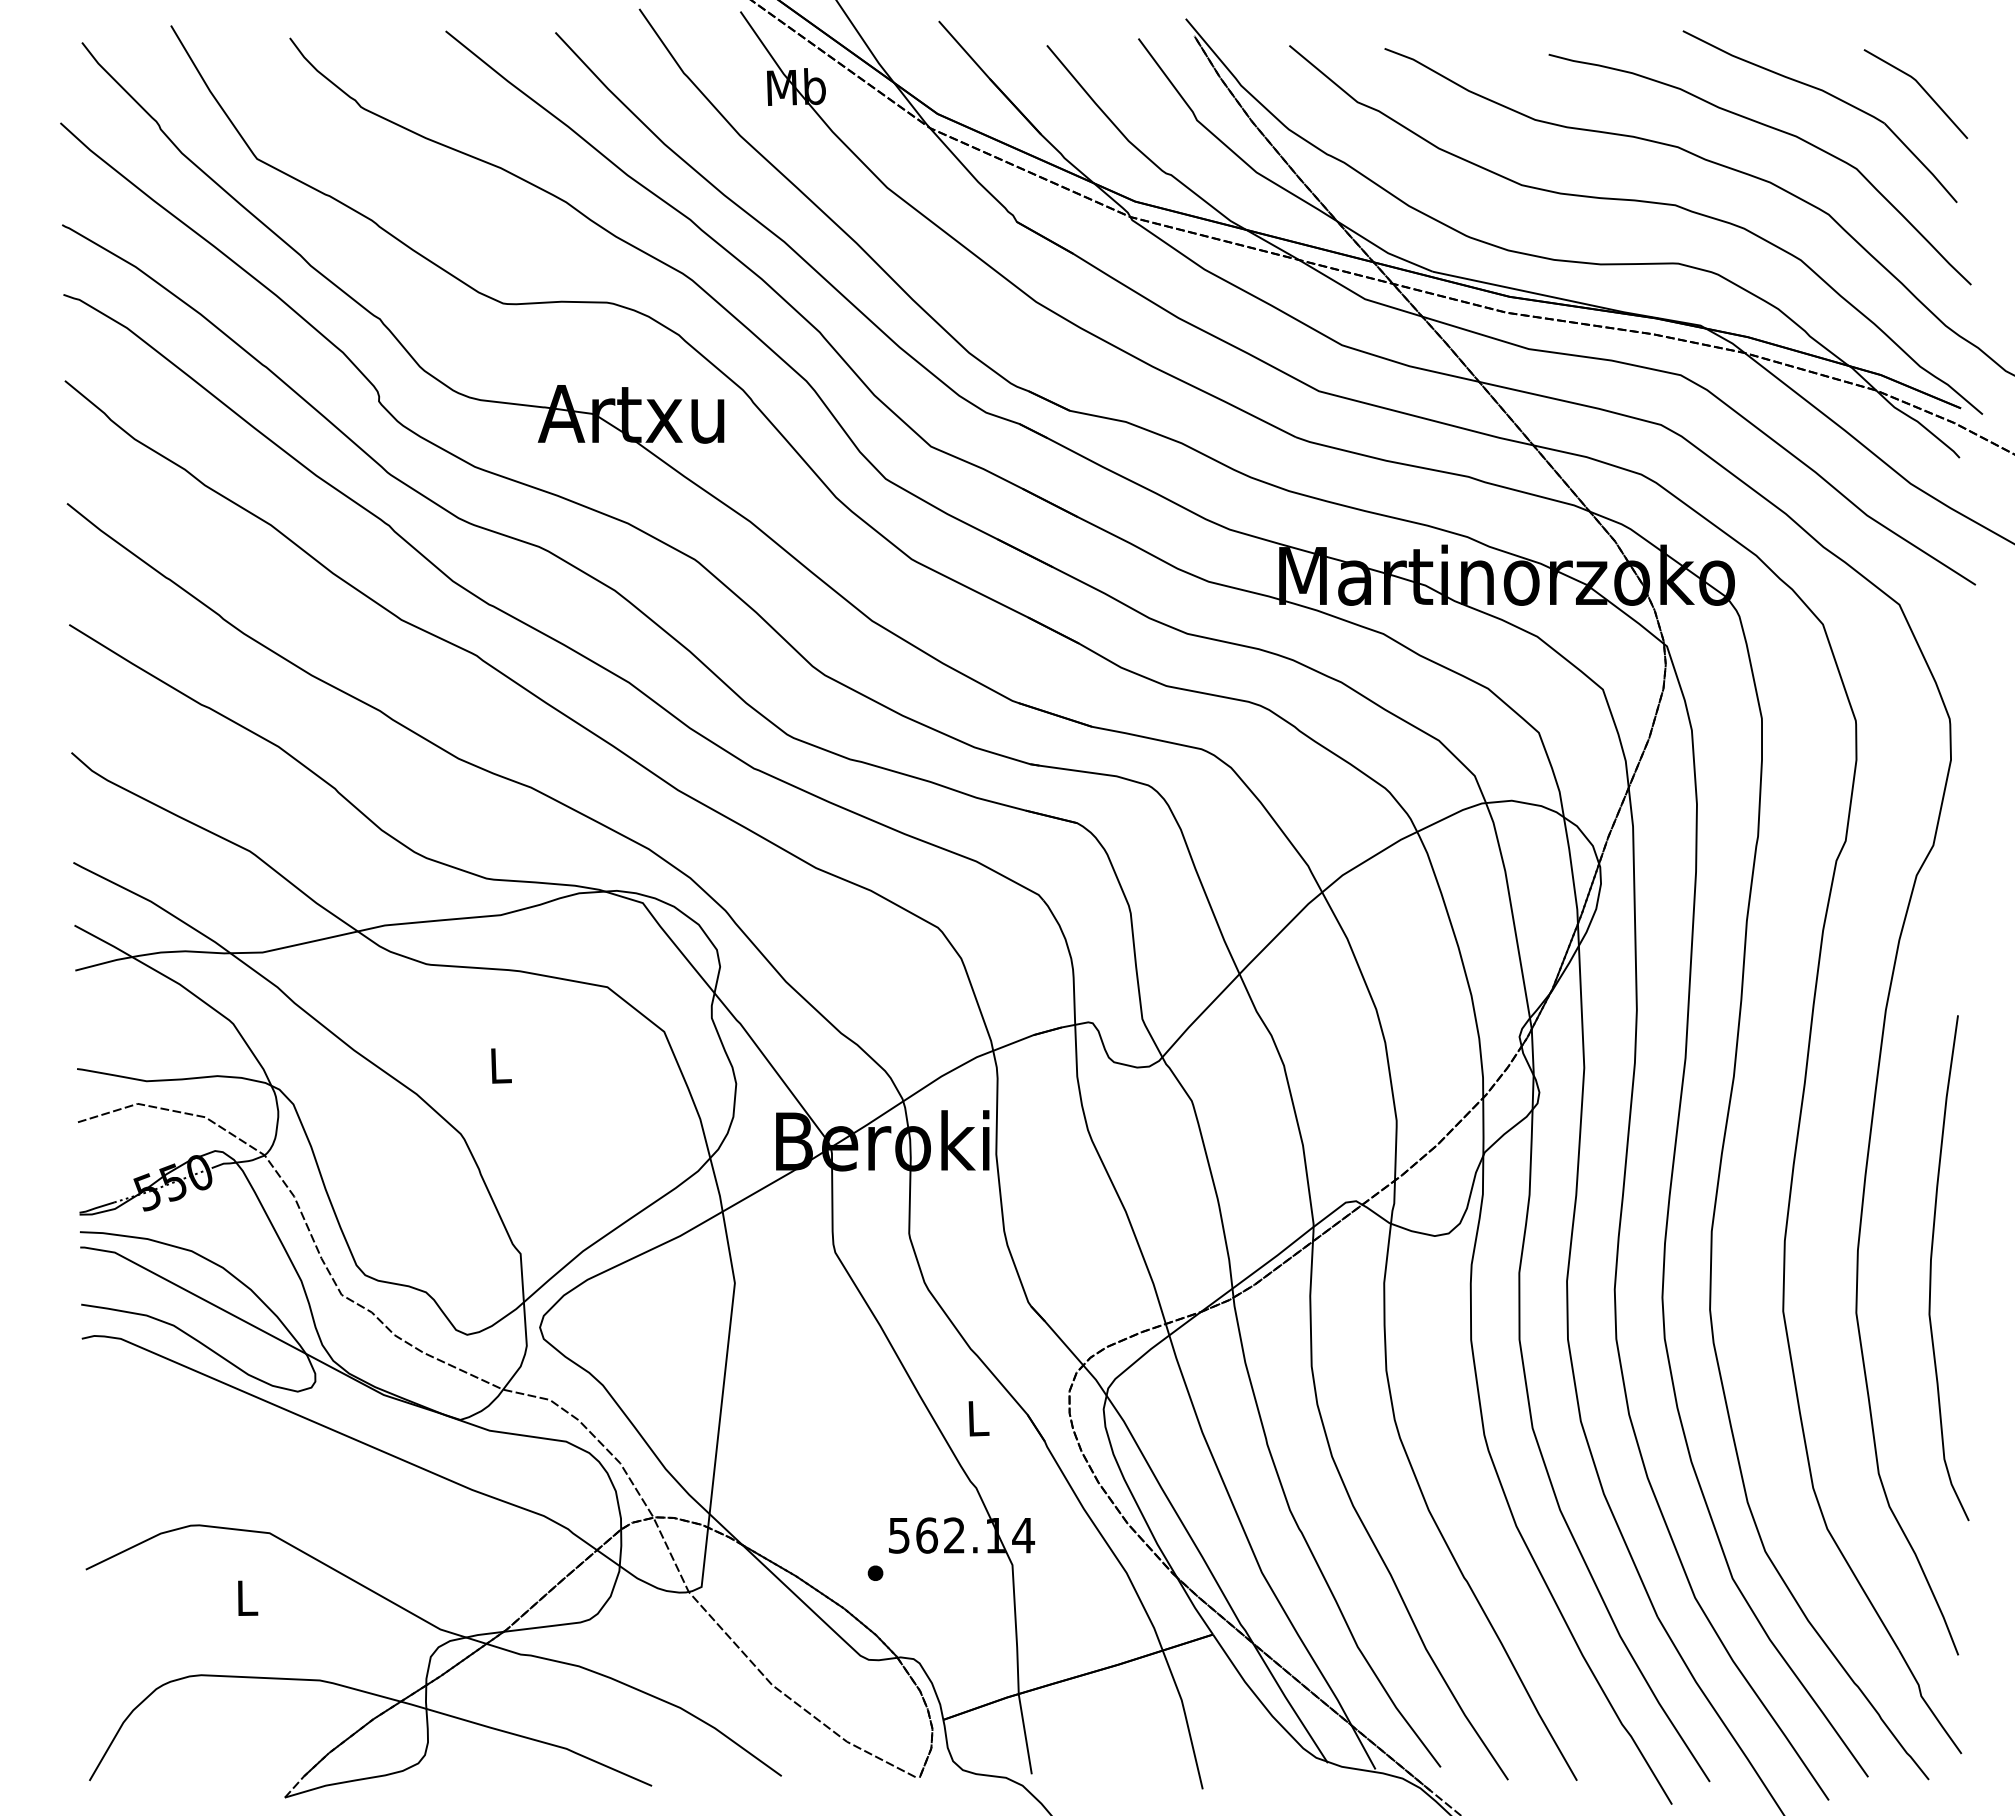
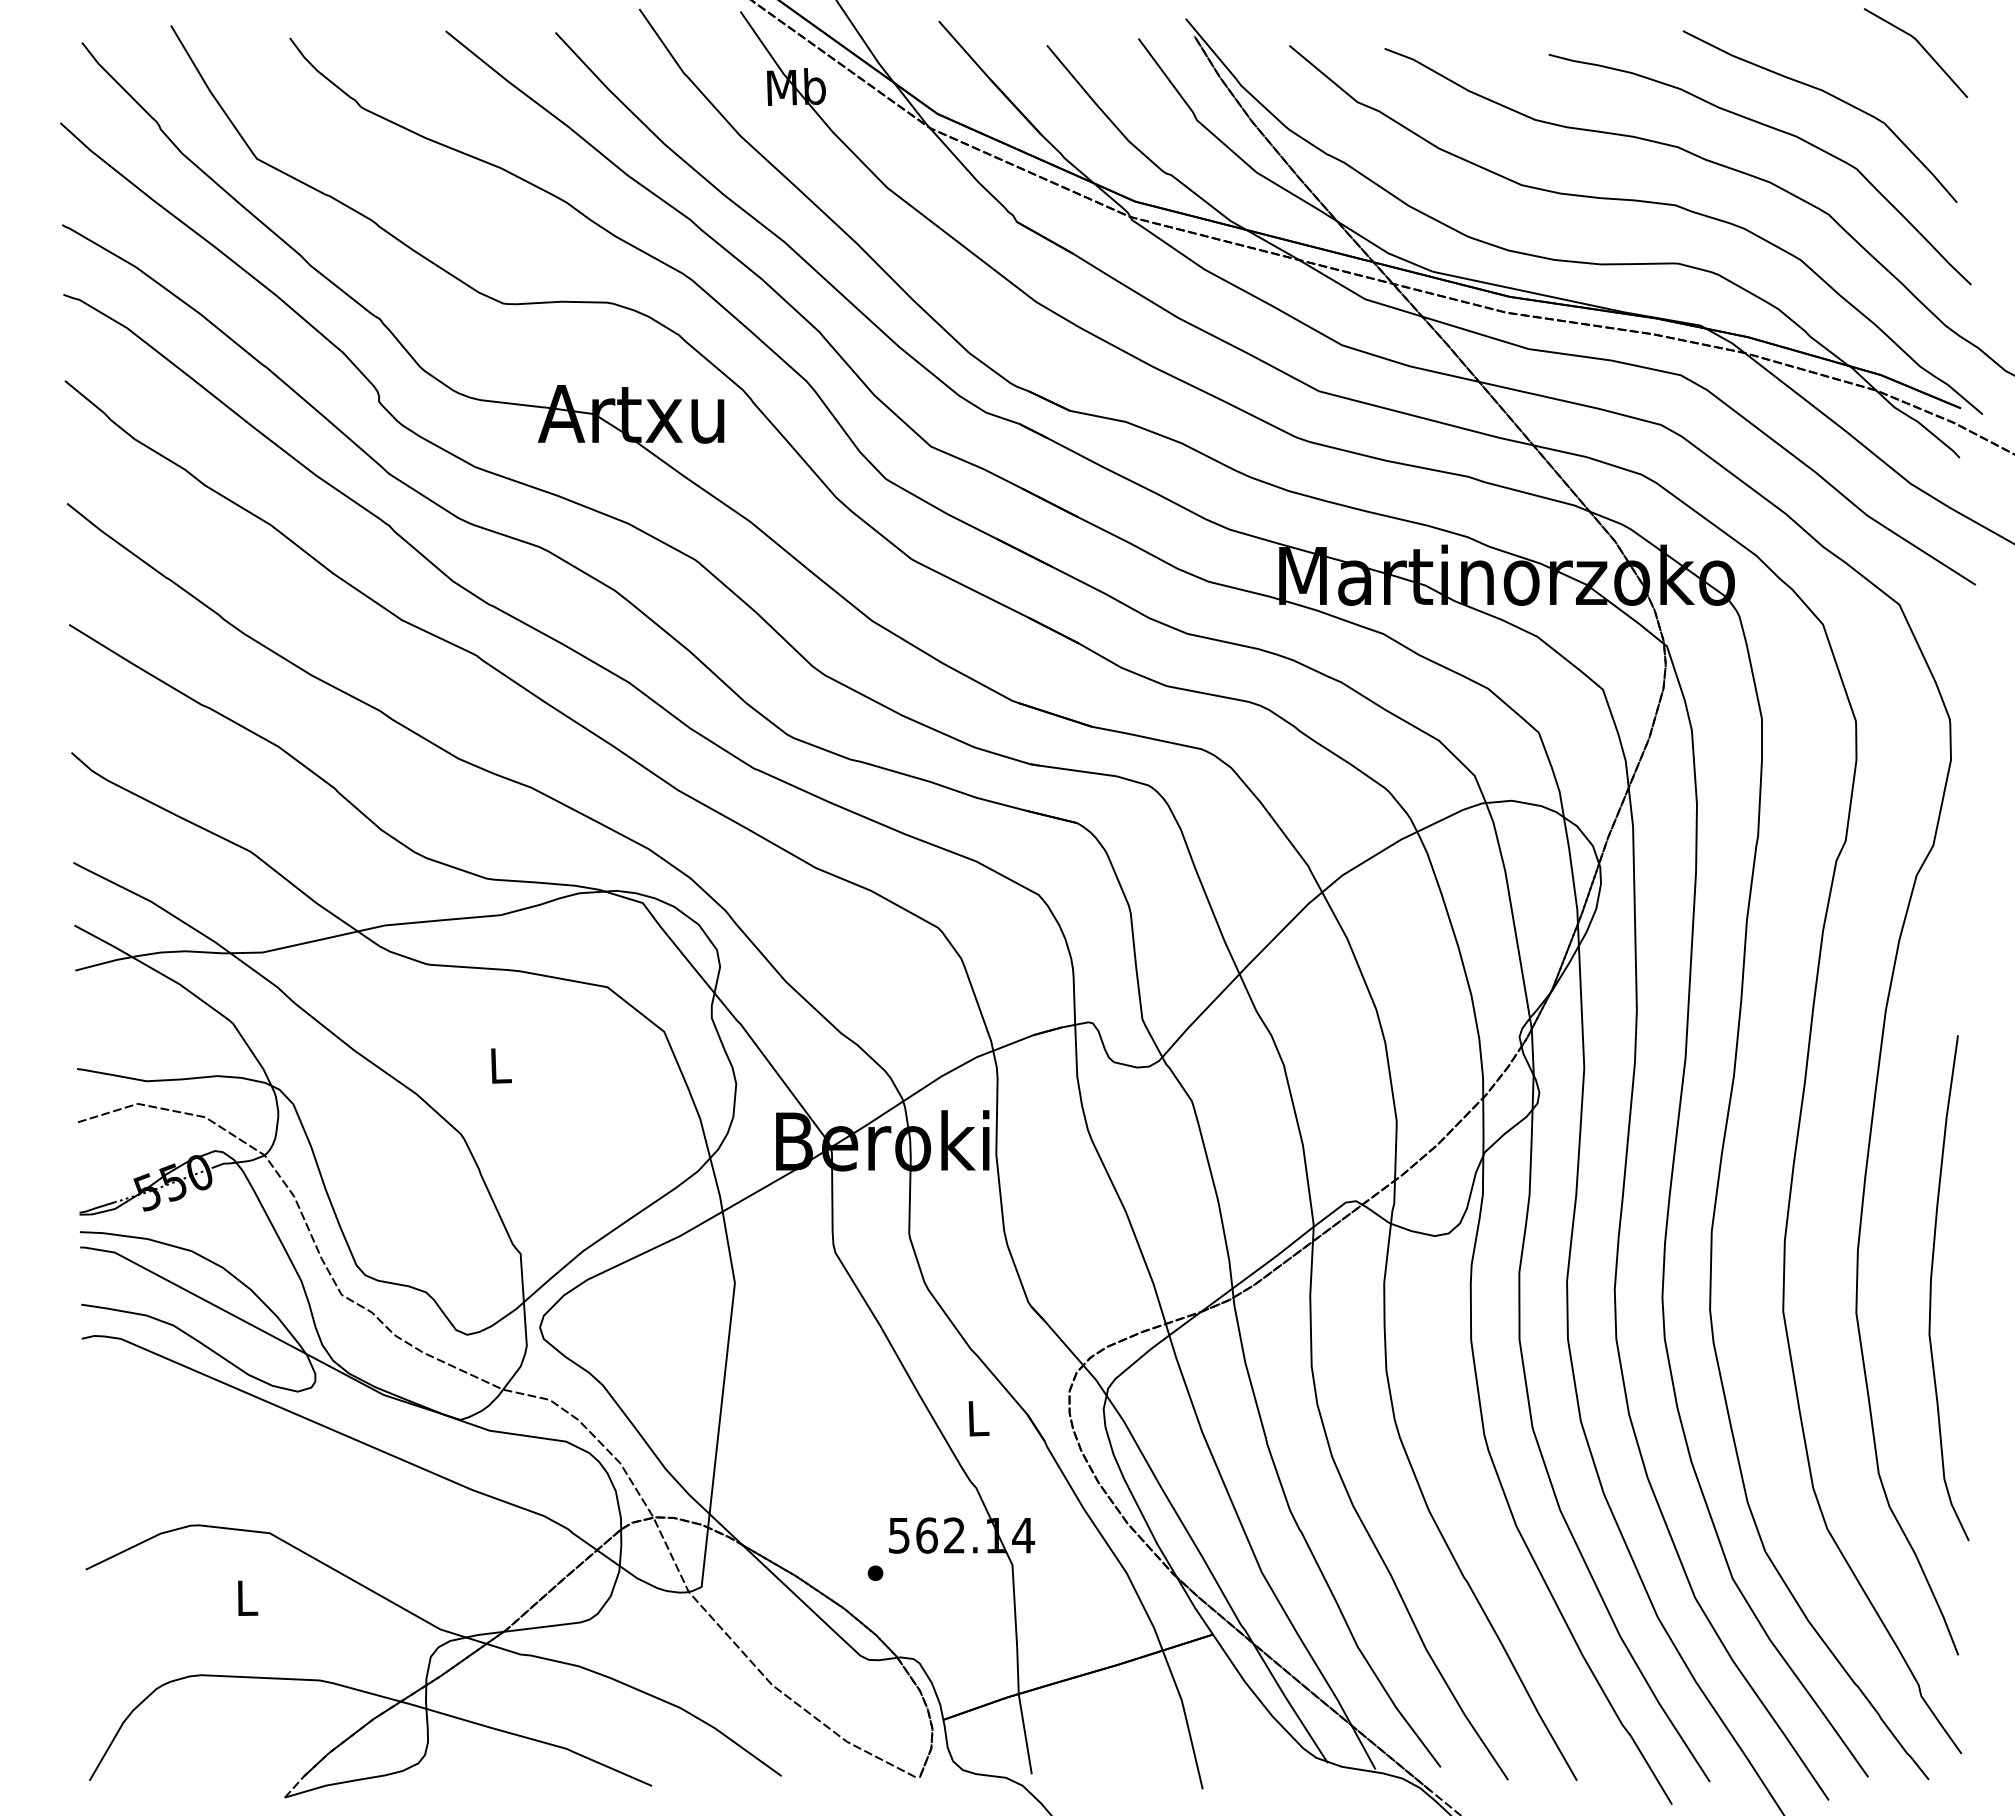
line at (1920, 87) position: (1920, 87) -> (1920, 46)
curve at (1931, 1268) position: (1931, 1268) -> (1931, 1288)
